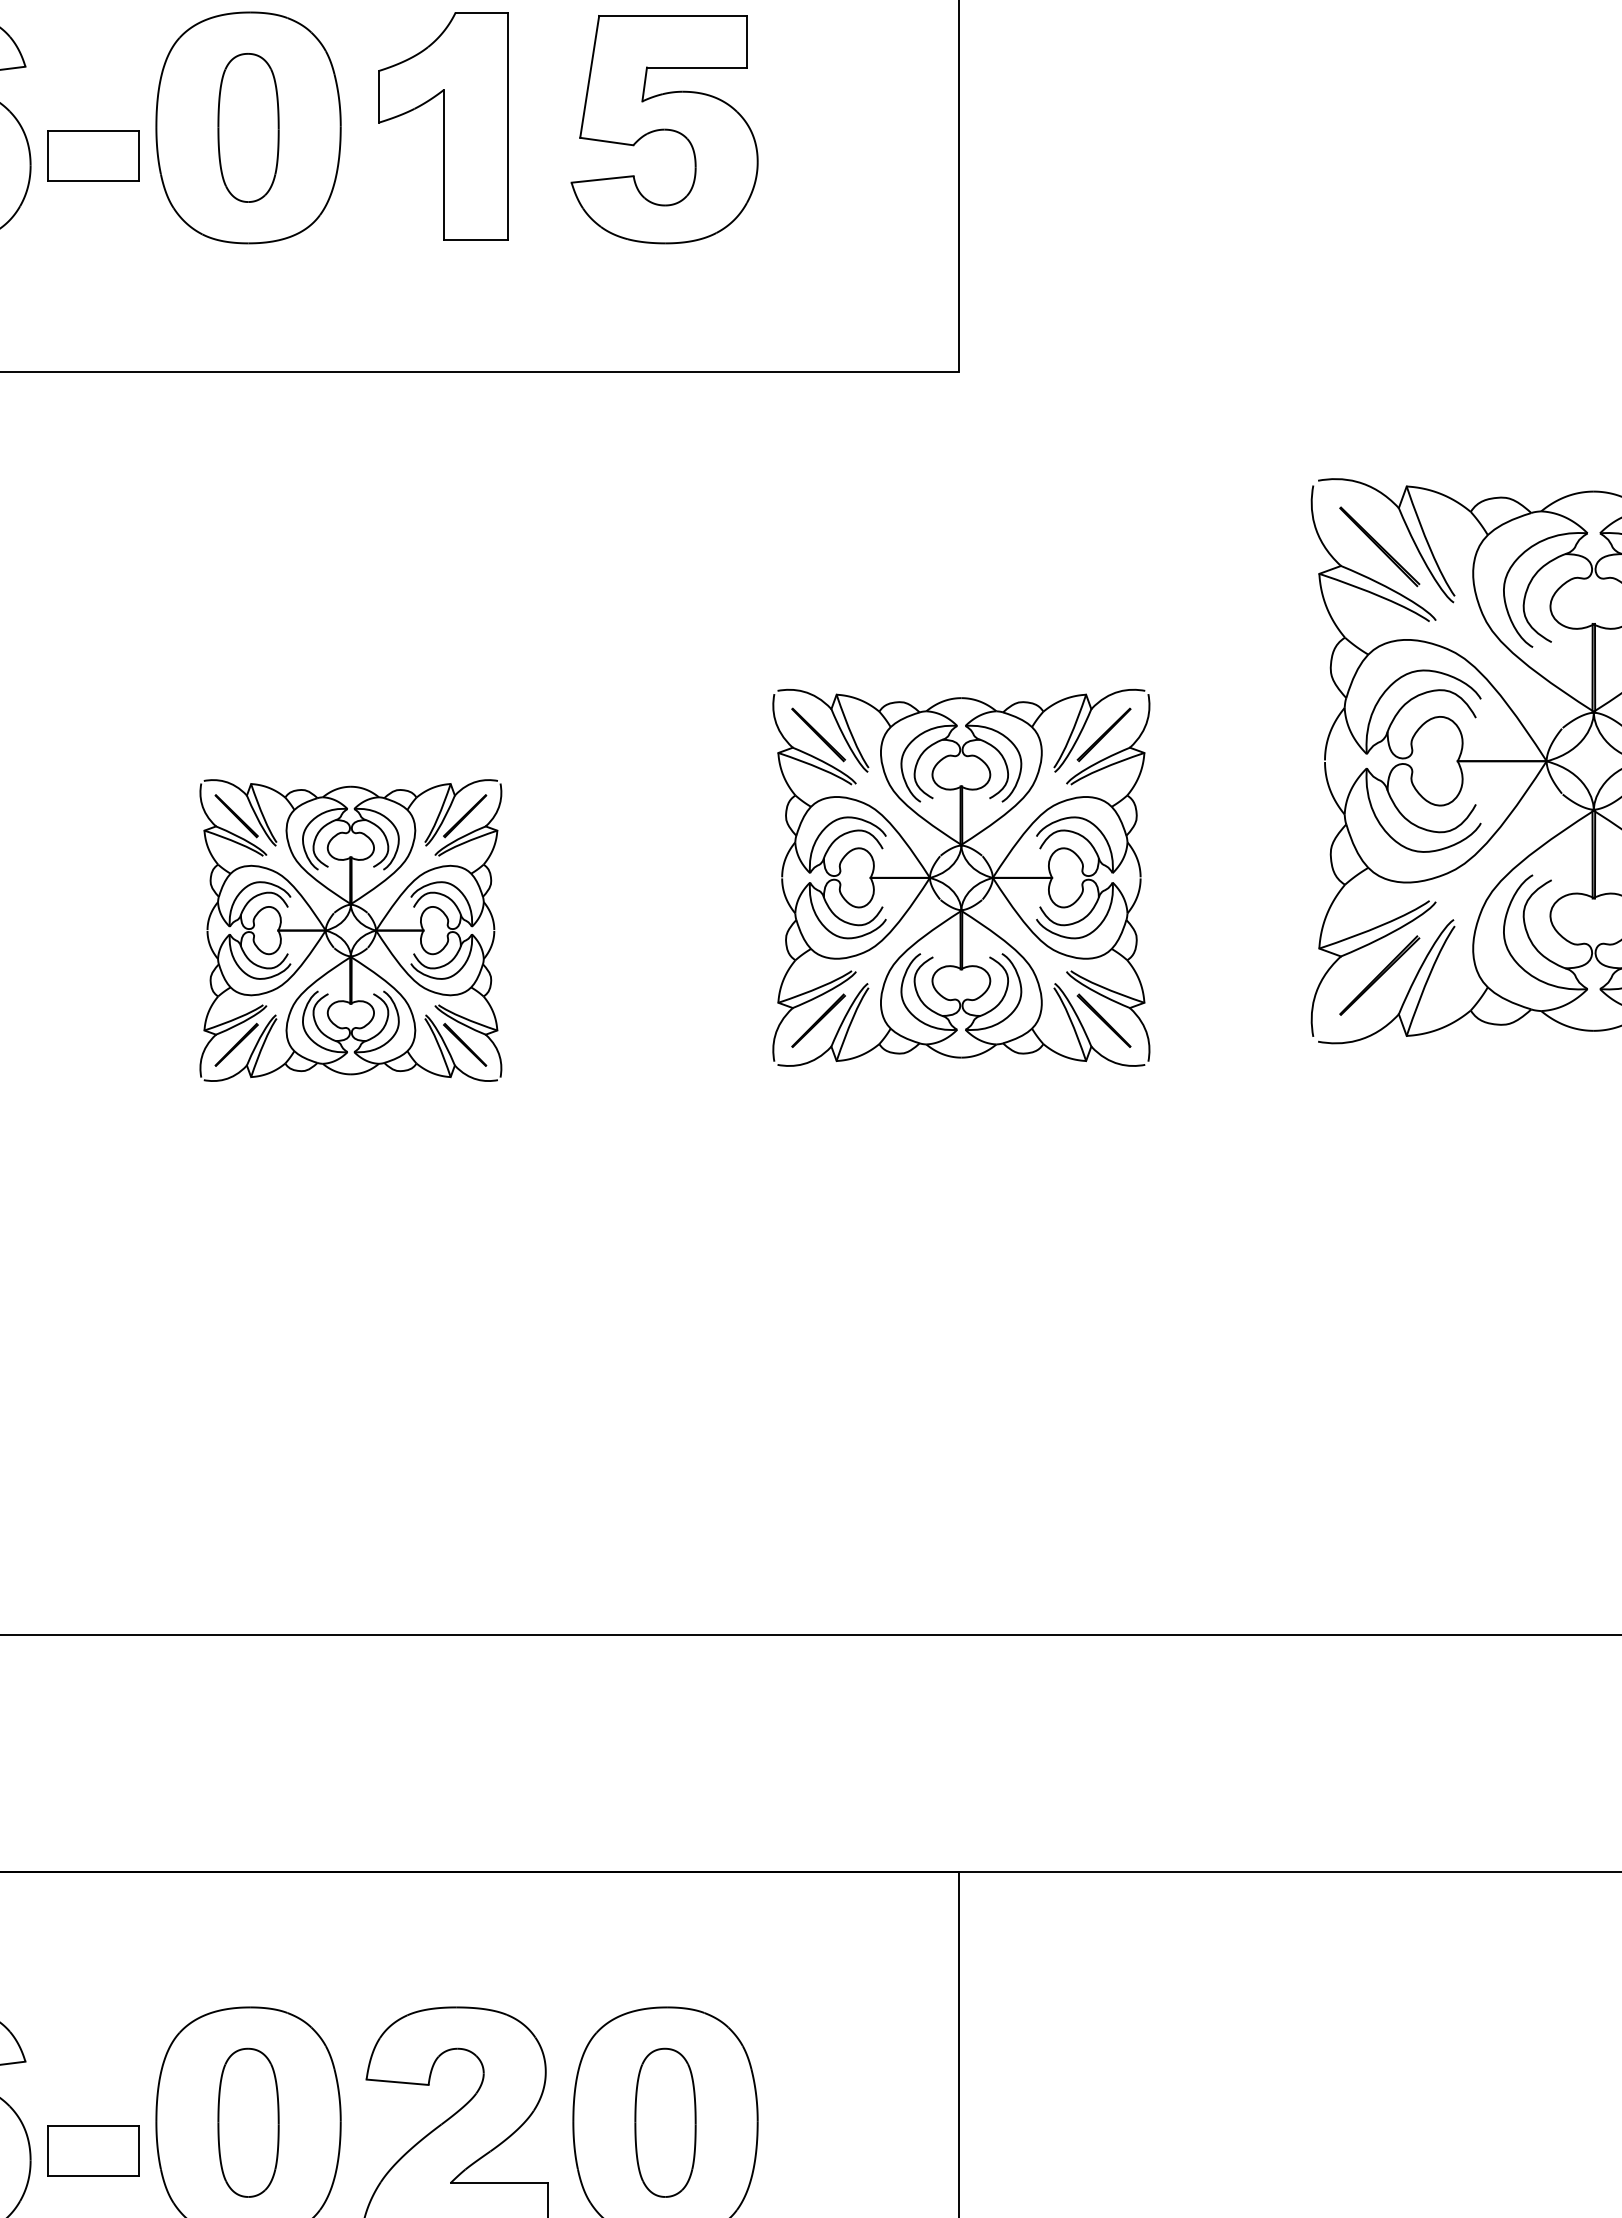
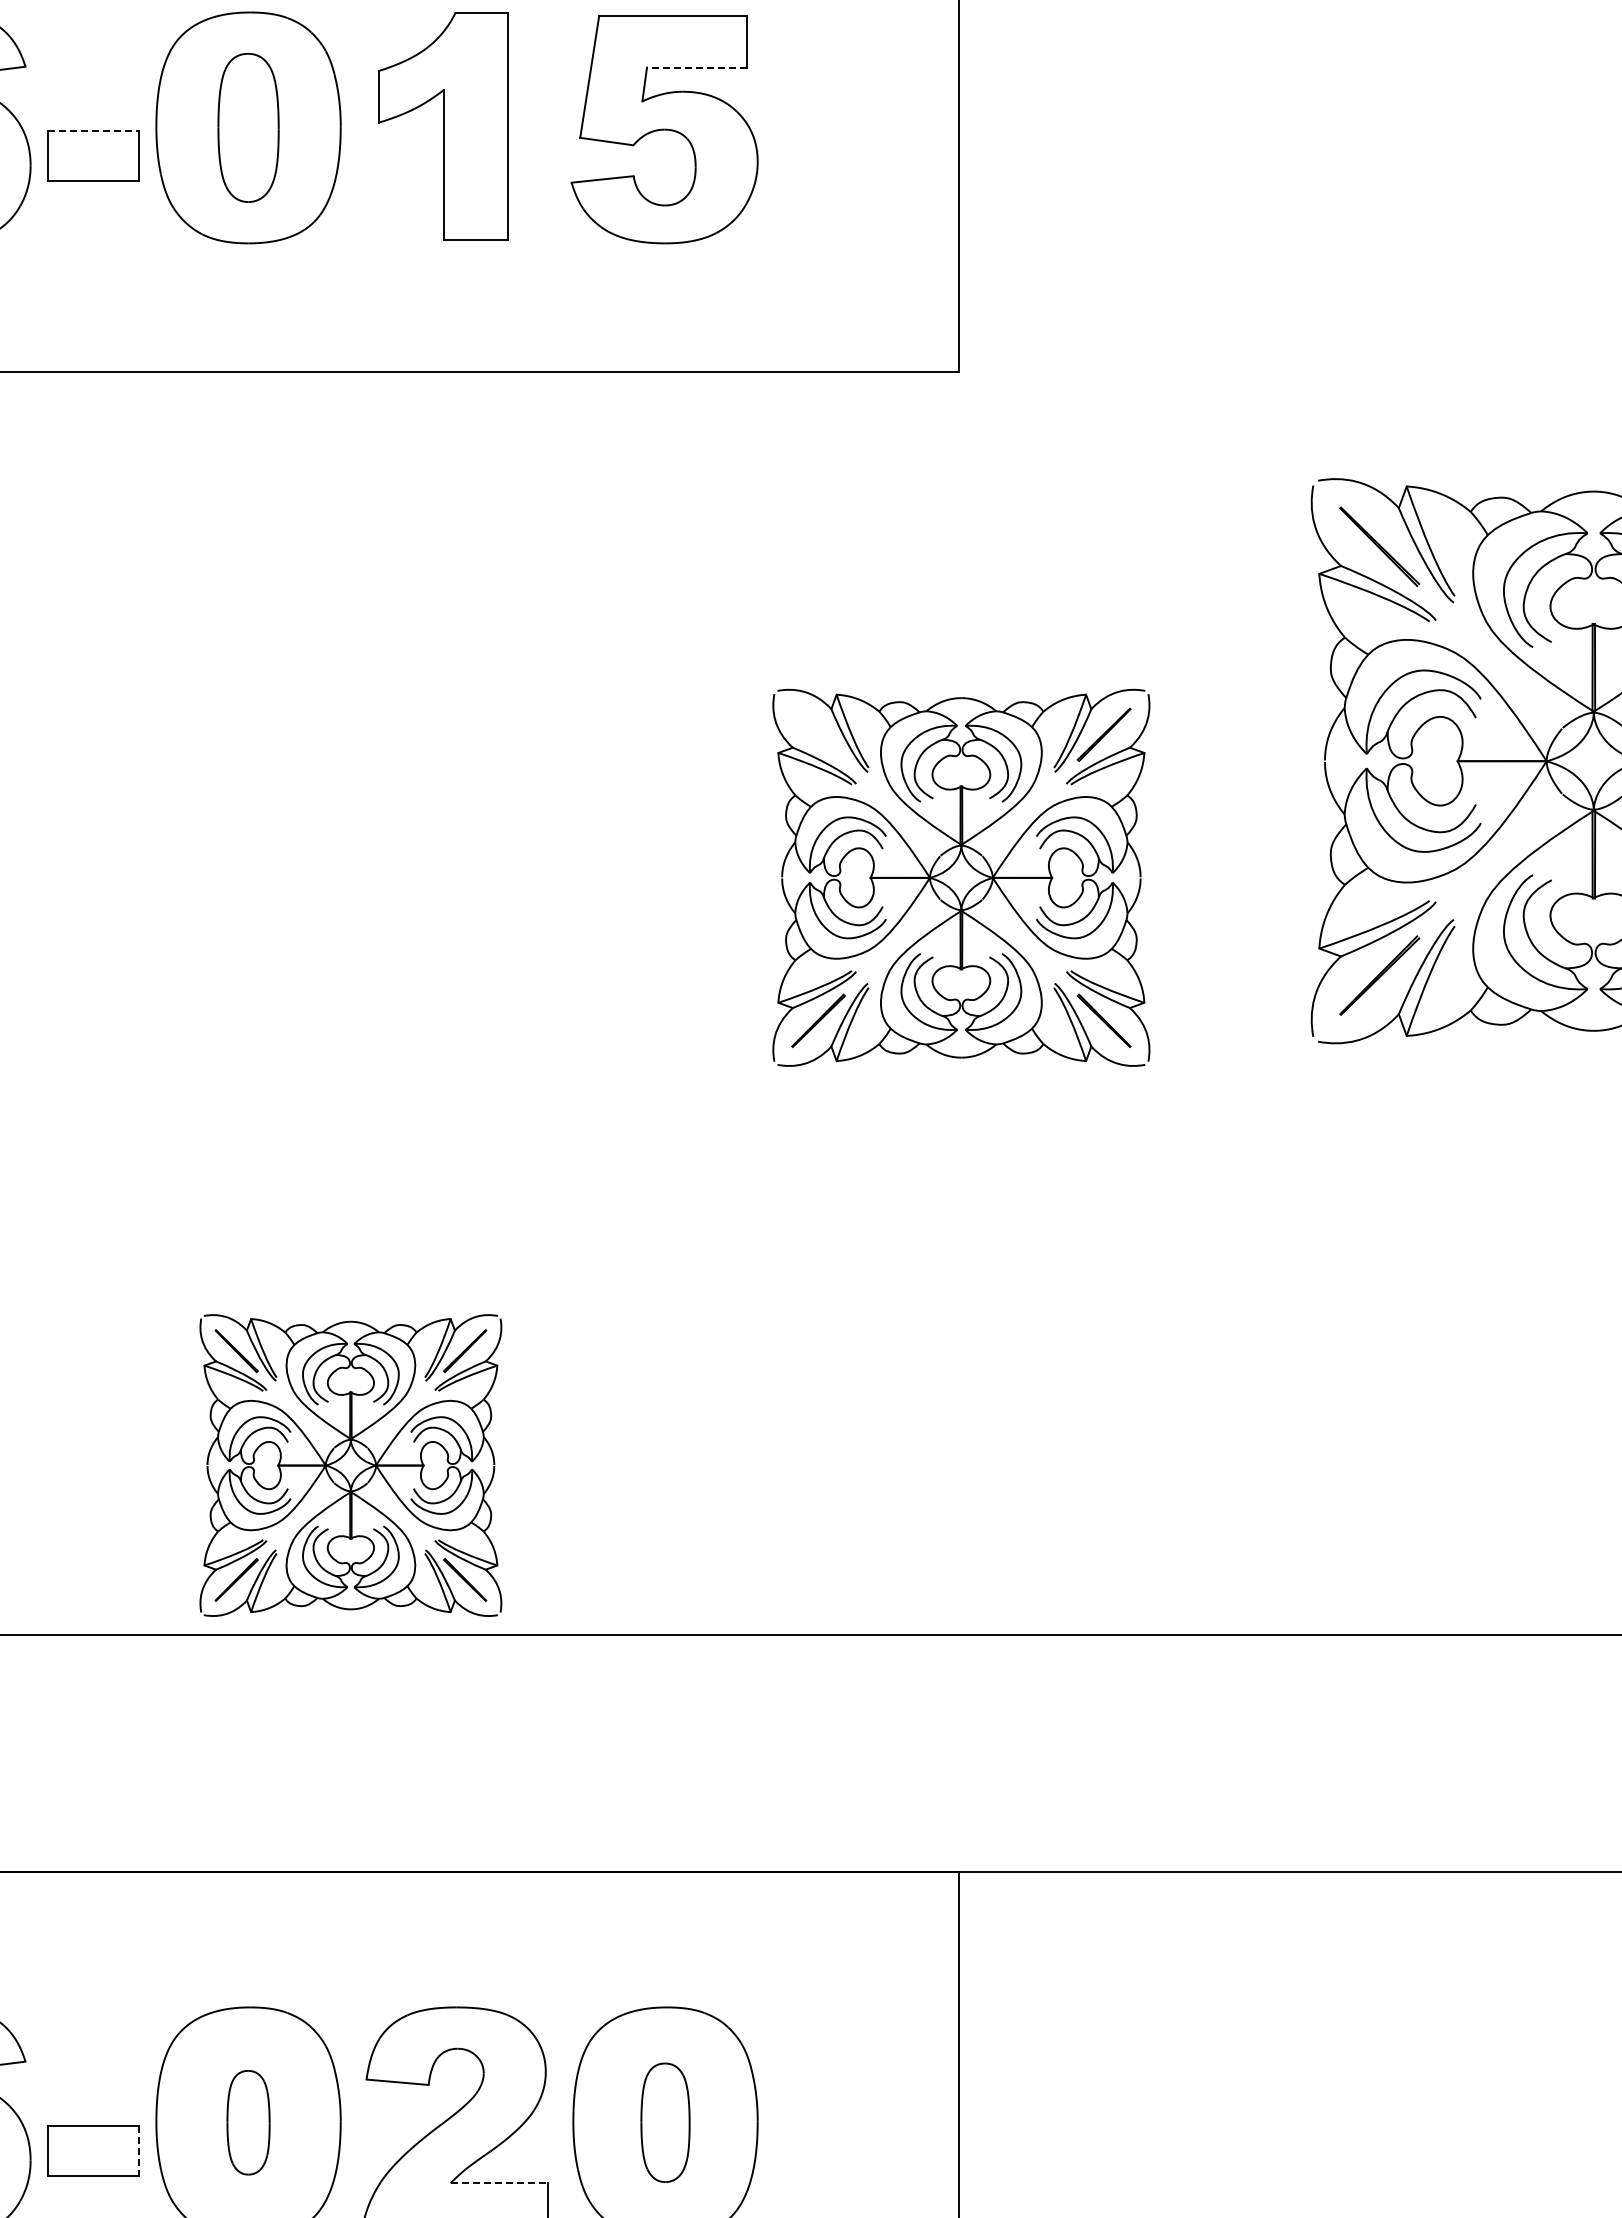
line at (696, 67): solid -> dashed
line at (93, 131): solid -> dashed
line at (818, 734): present -> none
part at (350, 930) position: (350, 930) -> (350, 1465)
part at (248, 2122) size: 63x151 px -> 45x106 px
part at (665, 2122) size: 63x151 px -> 51x121 px
line at (139, 2151): solid -> dashed
line at (499, 2183): solid -> dashed
